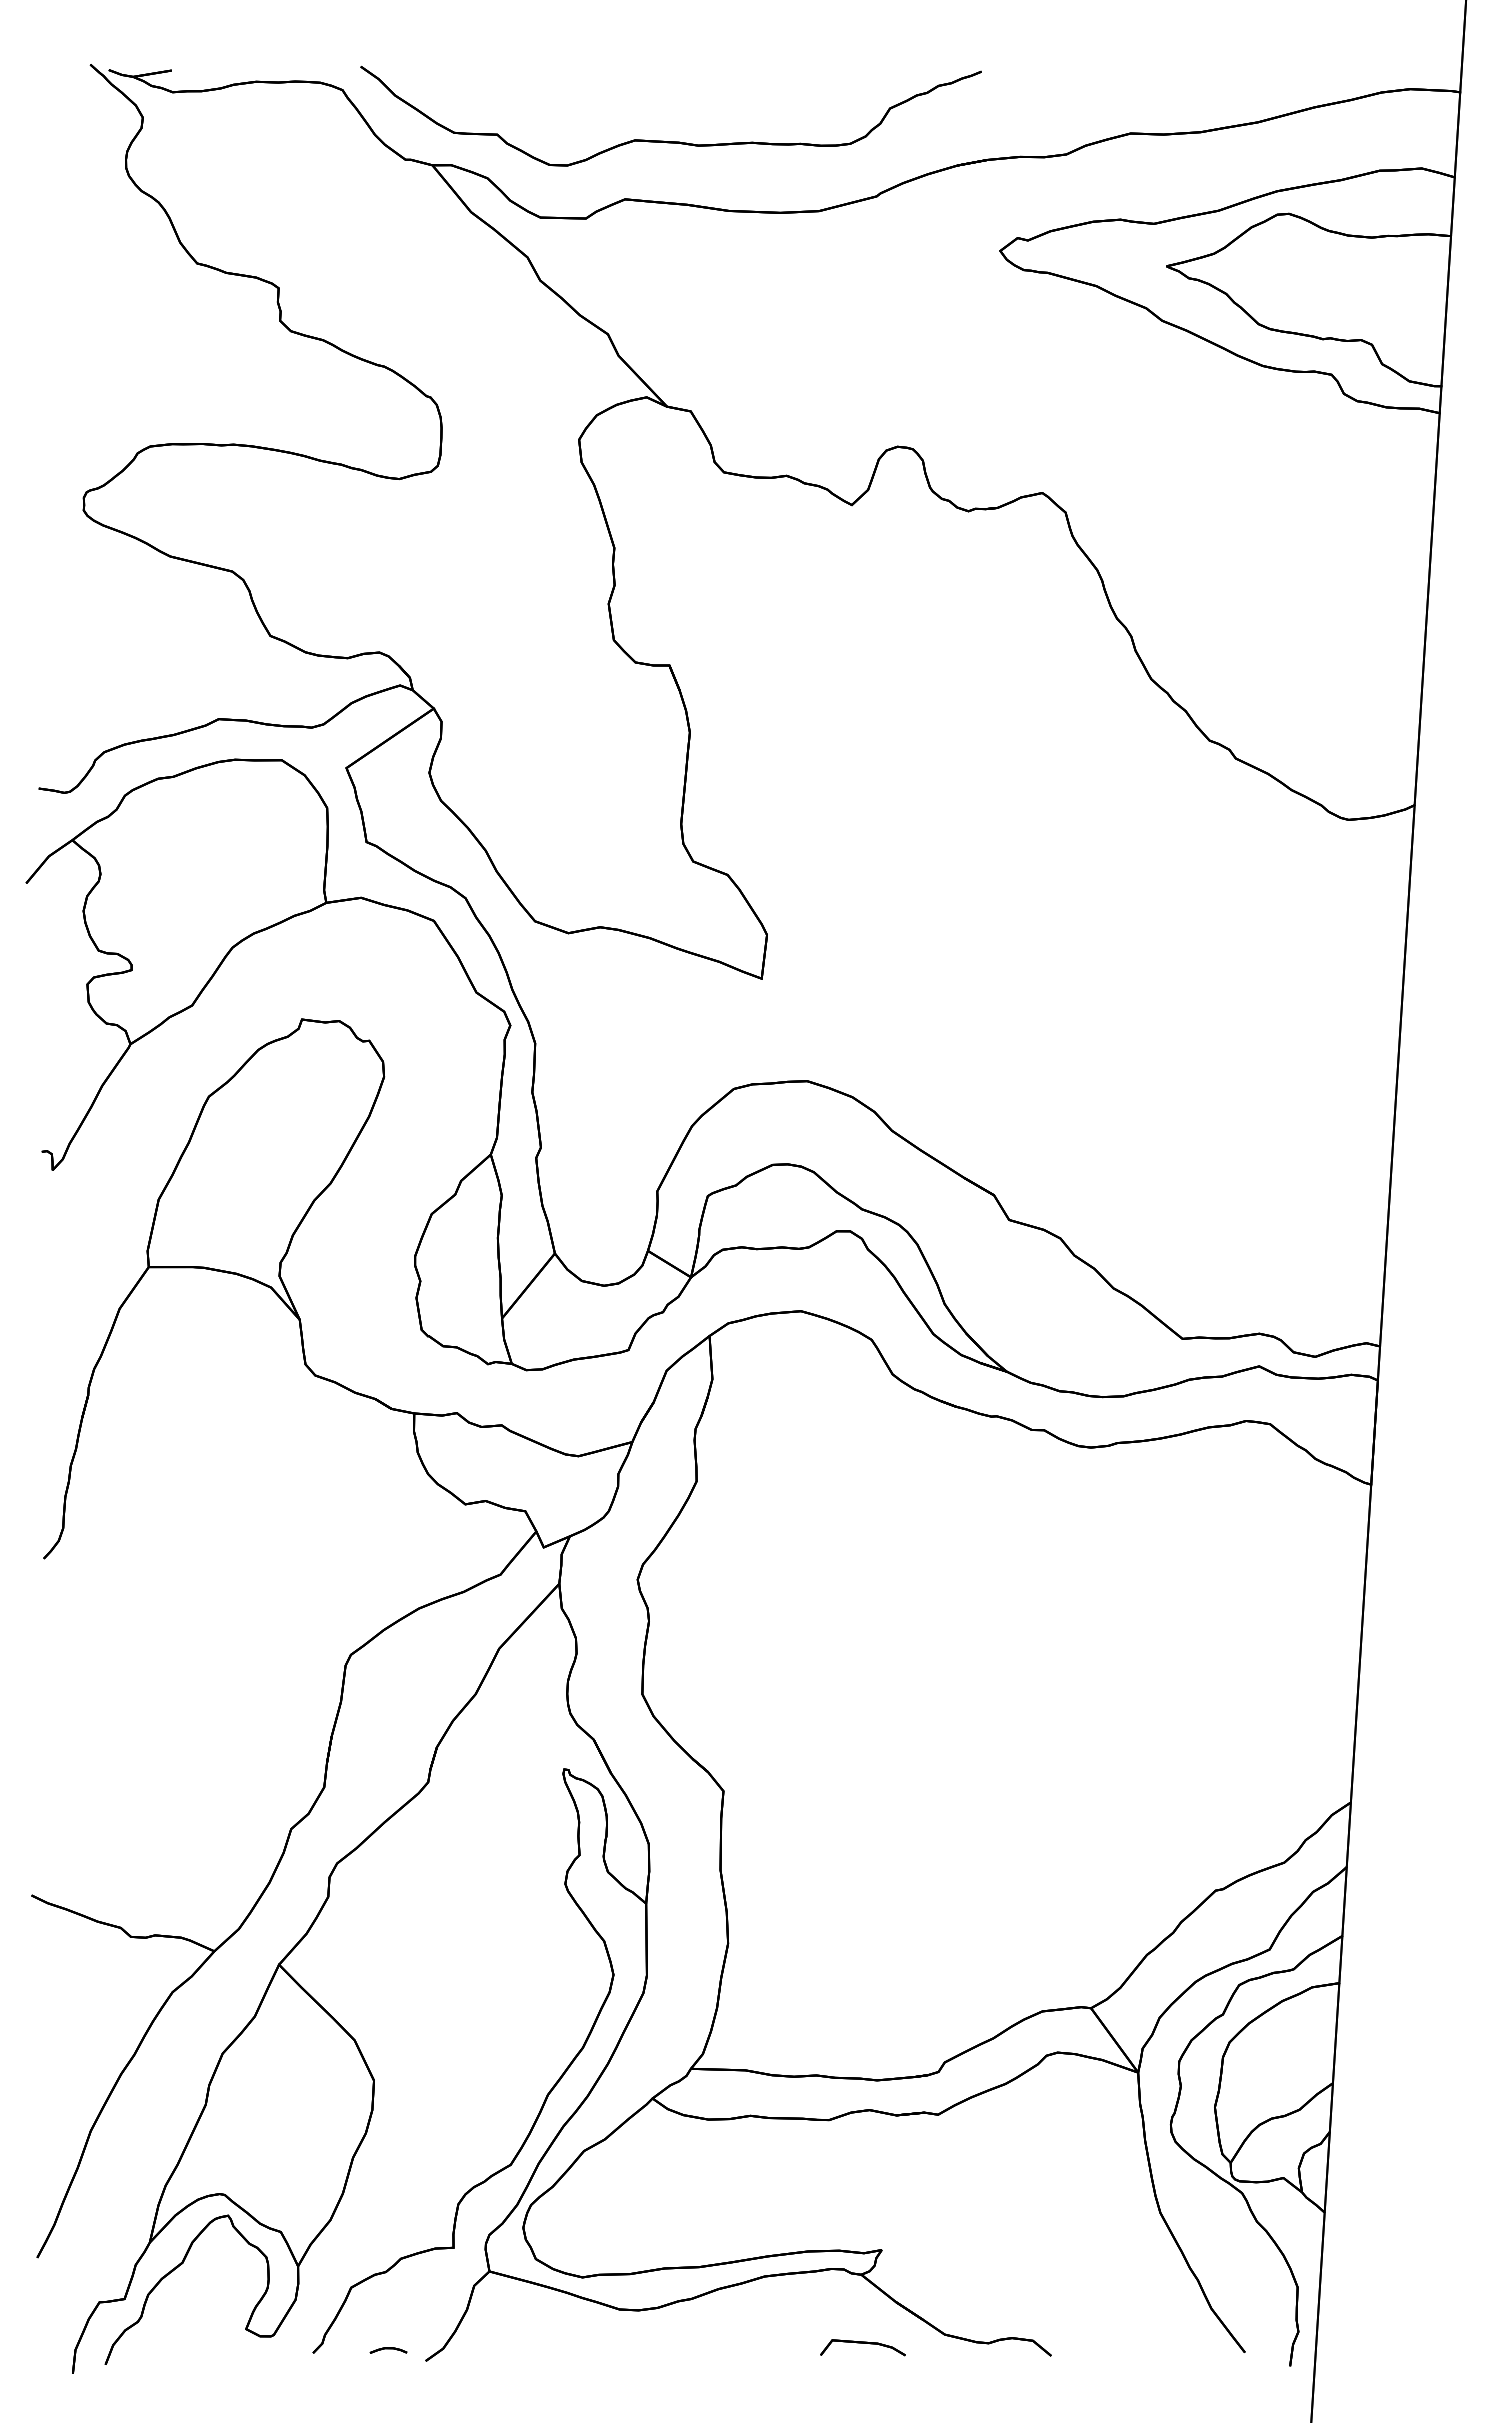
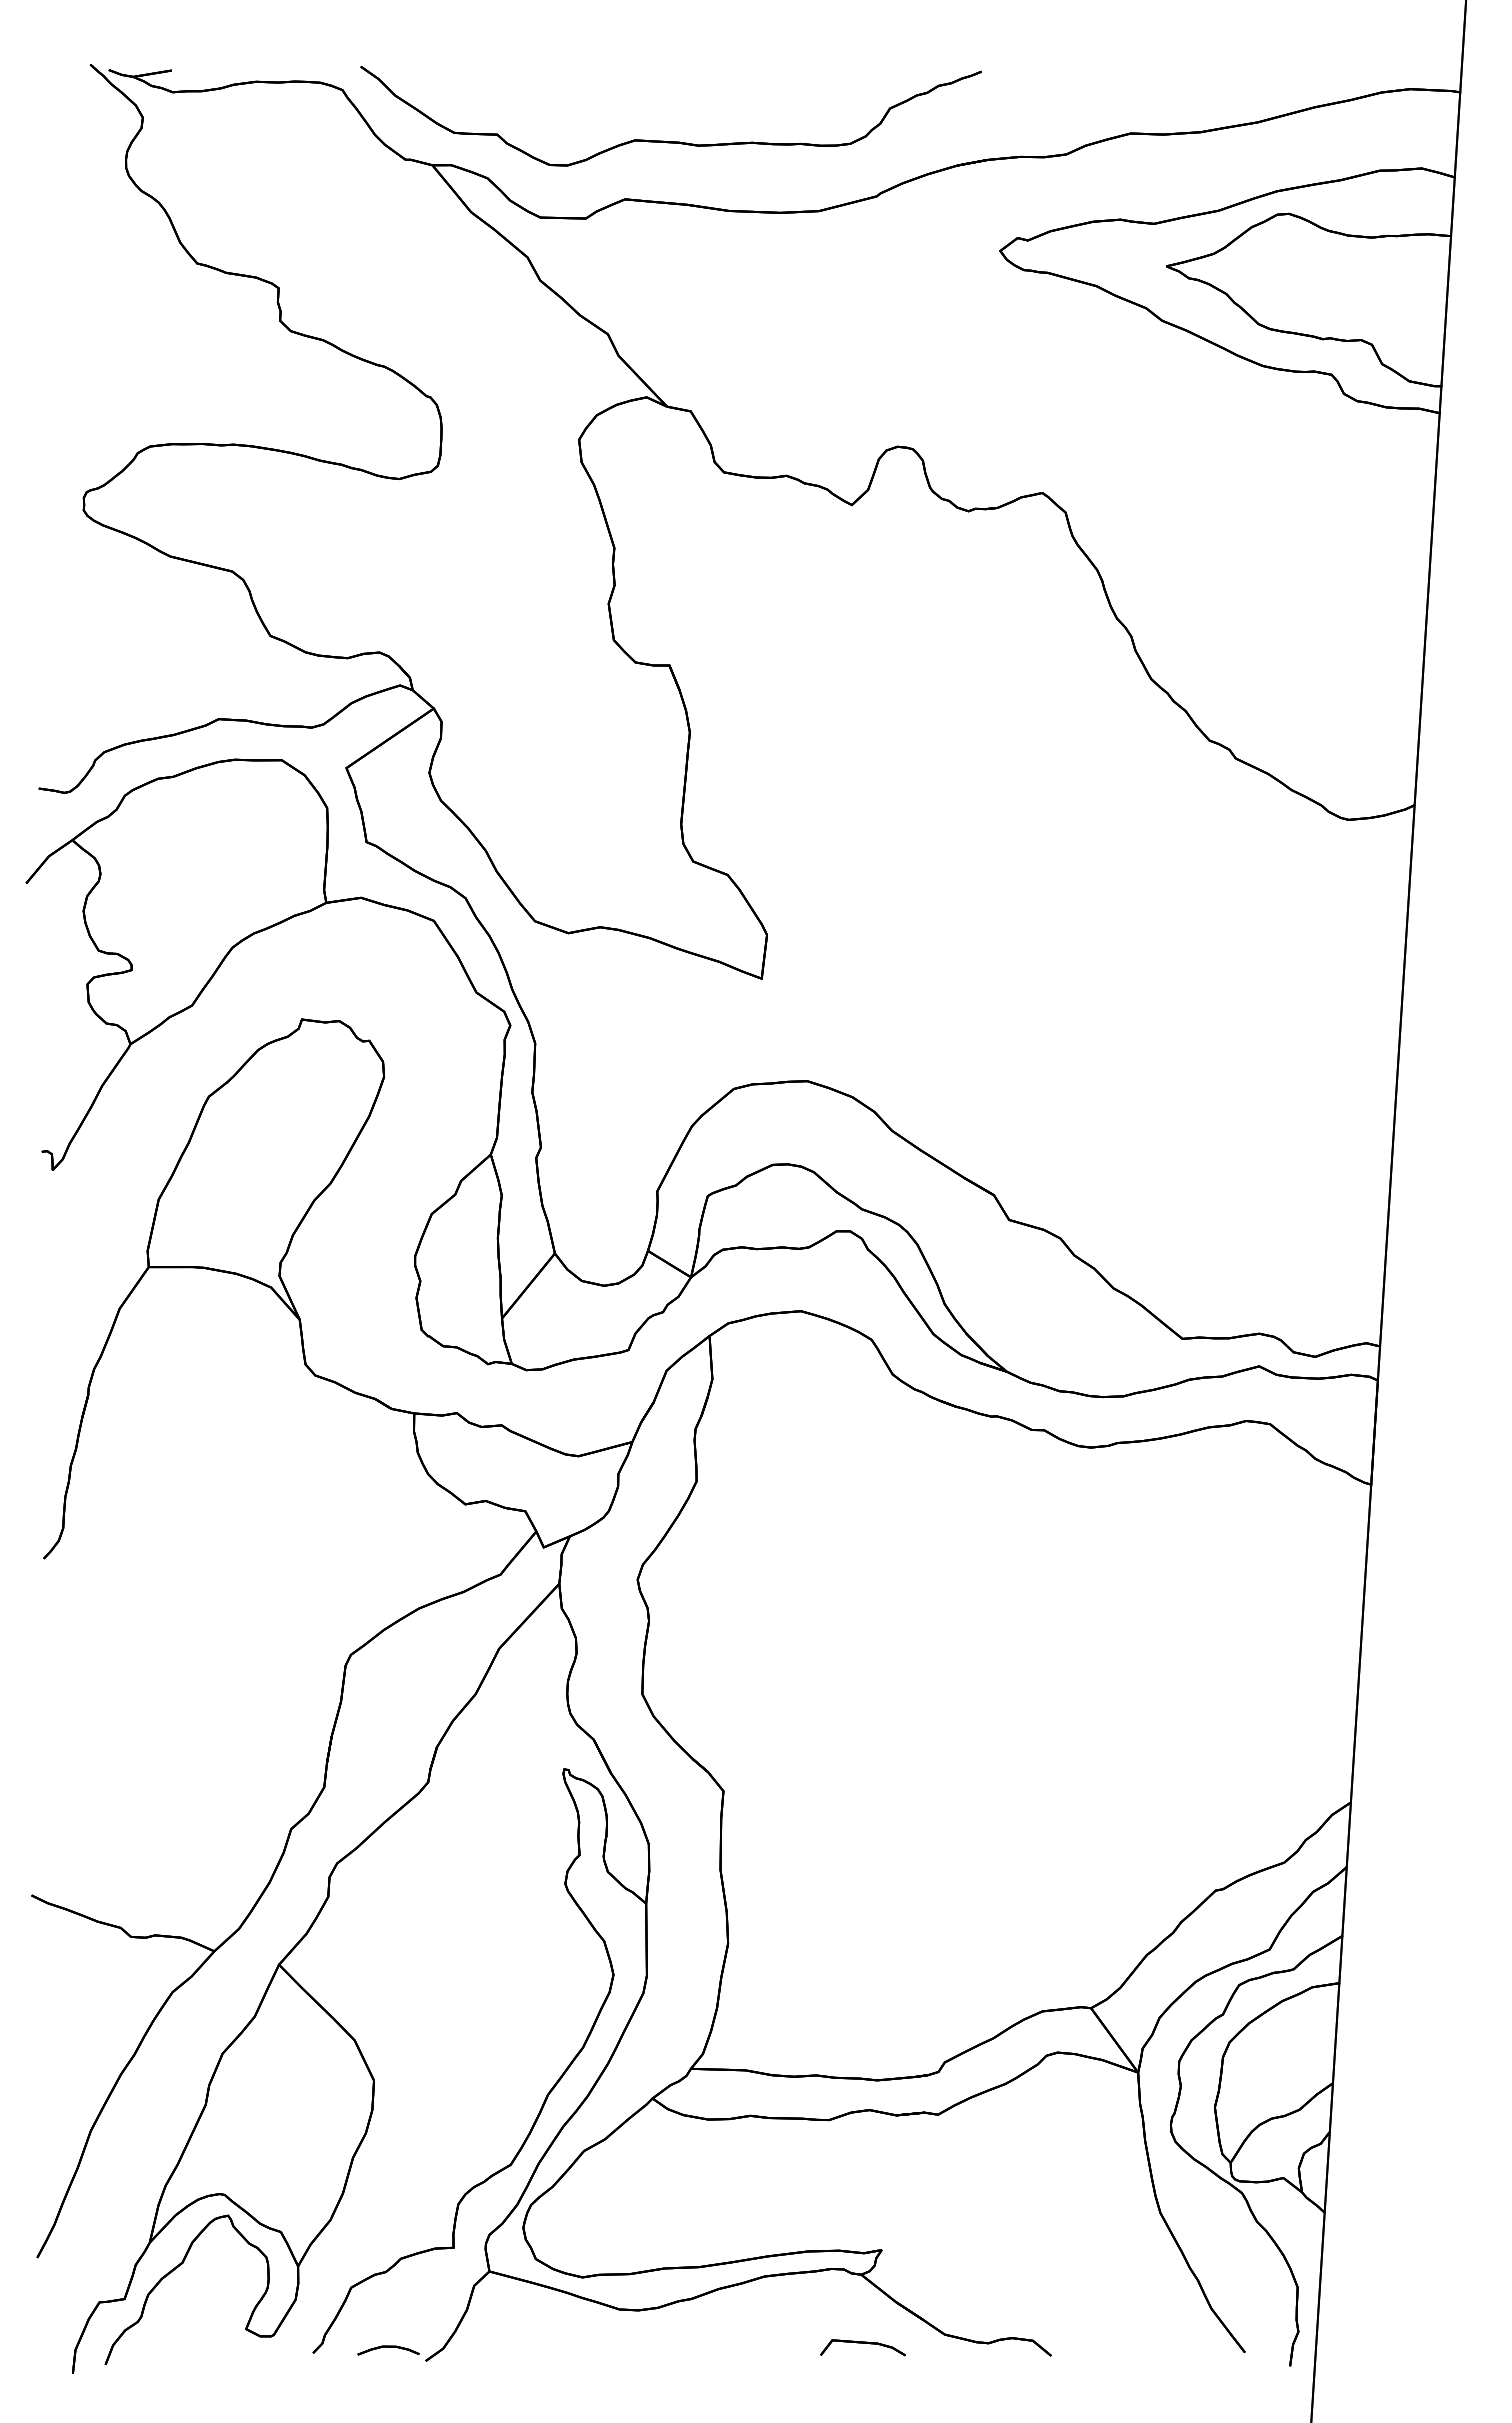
part at (388, 2350) size: 39x7 px -> 63x11 px
